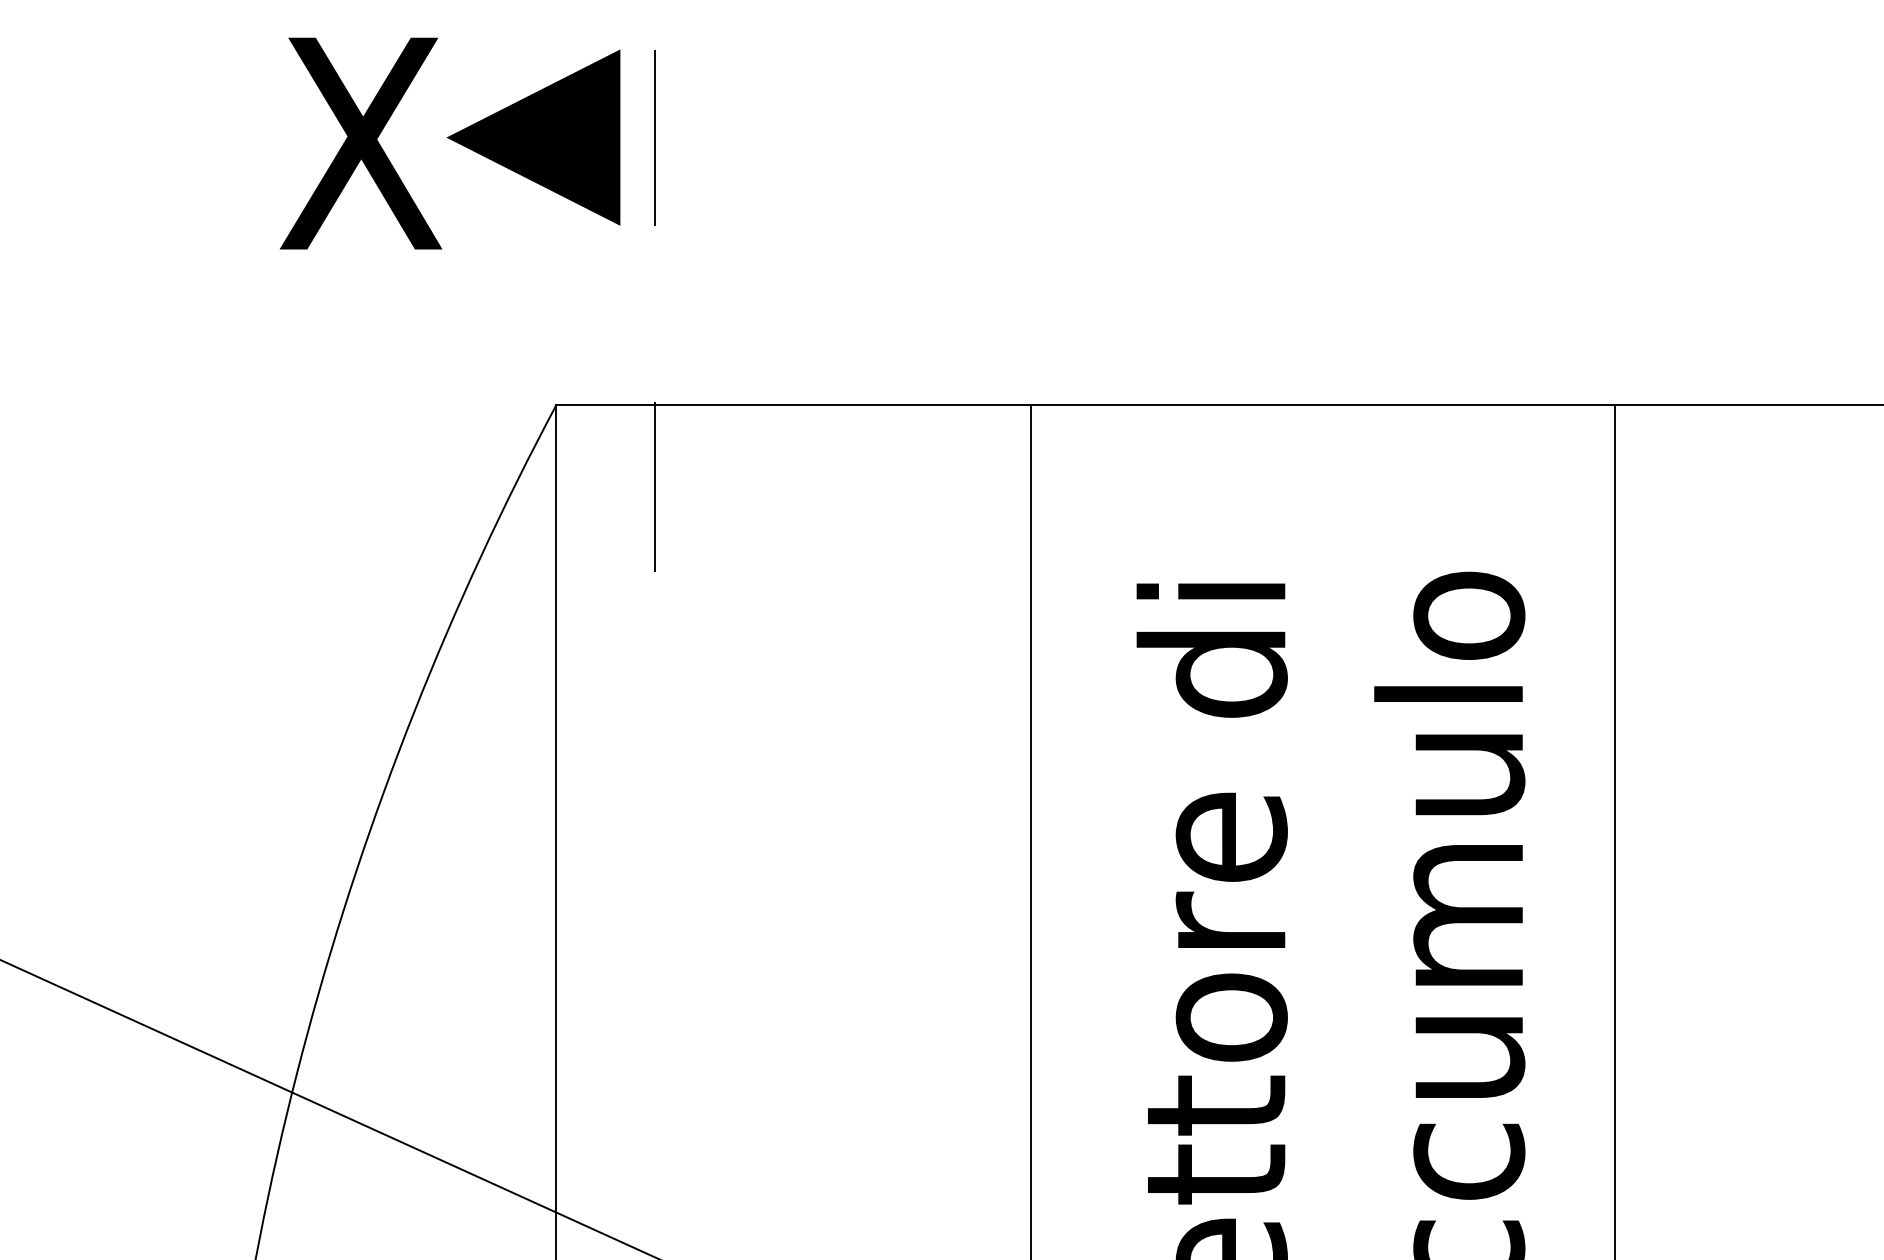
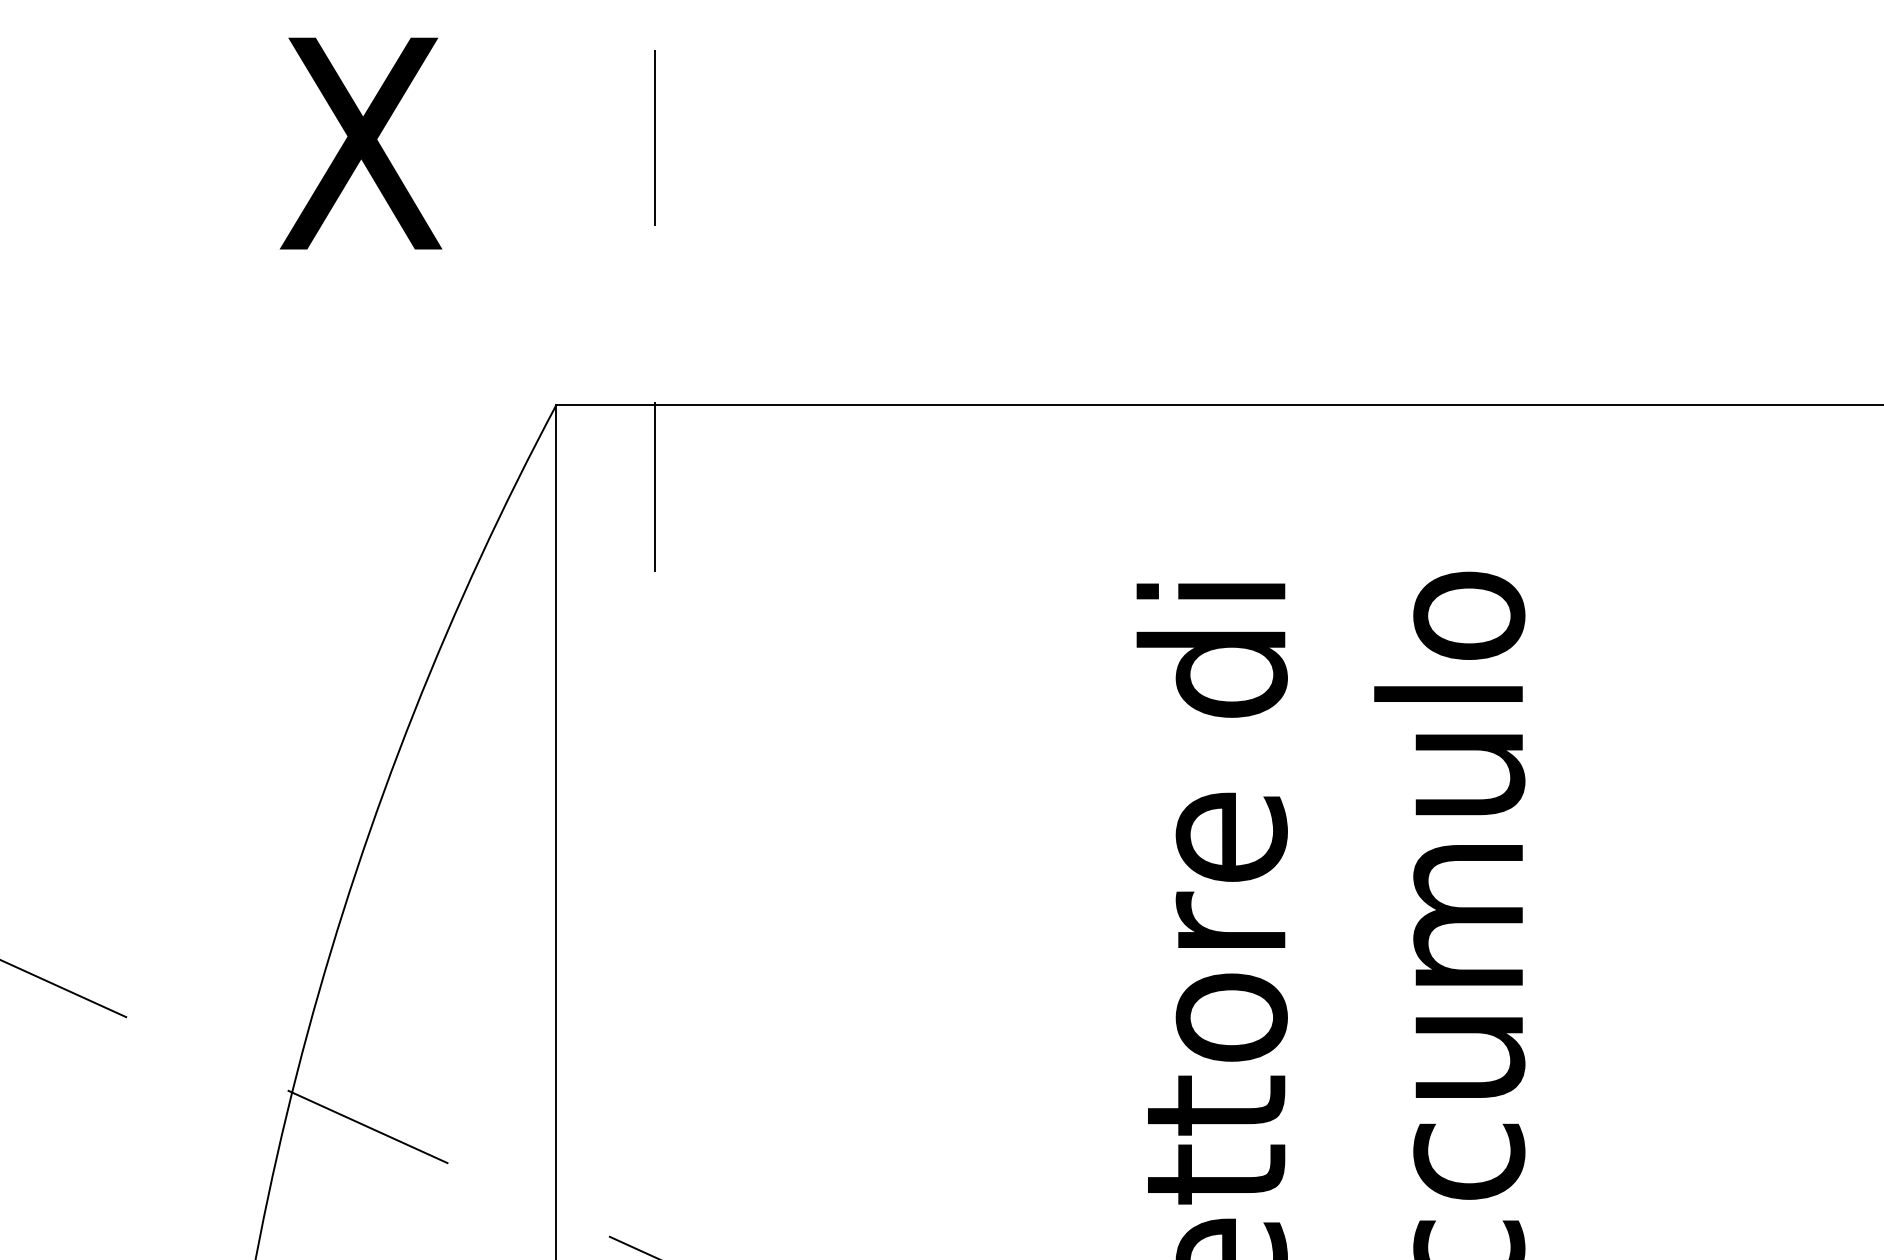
line at (533, 137): present -> none
line at (1030, 830): present -> none
line at (1615, 830): present -> none
line at (330, 1109): solid -> dashed
